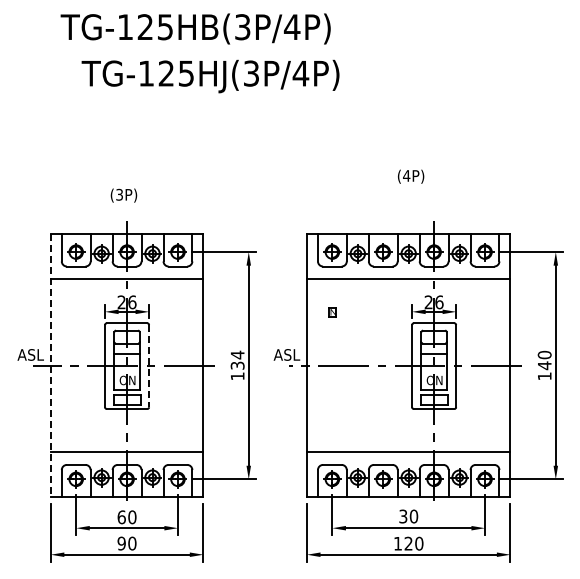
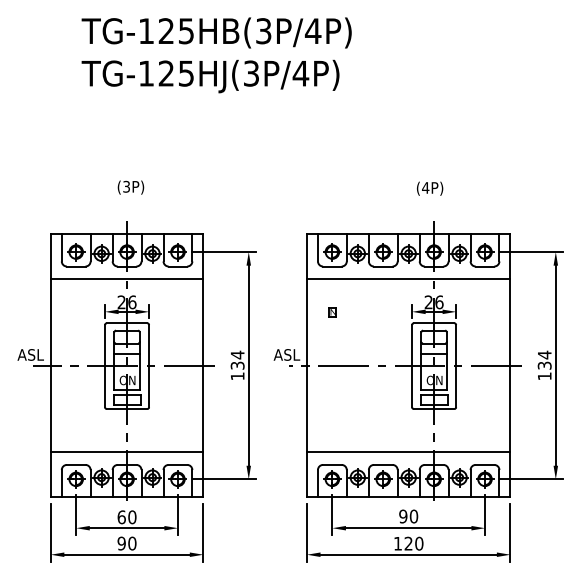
text at (195, 28) position: (195, 28) -> (216, 32)
text at (411, 176) position: (411, 176) -> (430, 188)
text at (123, 195) position: (123, 195) -> (130, 187)
text at (544, 360): 140 -> 134
line at (50, 366): dashed -> solid
line at (149, 366): dashed -> solid
text at (403, 516): 30 -> 90
